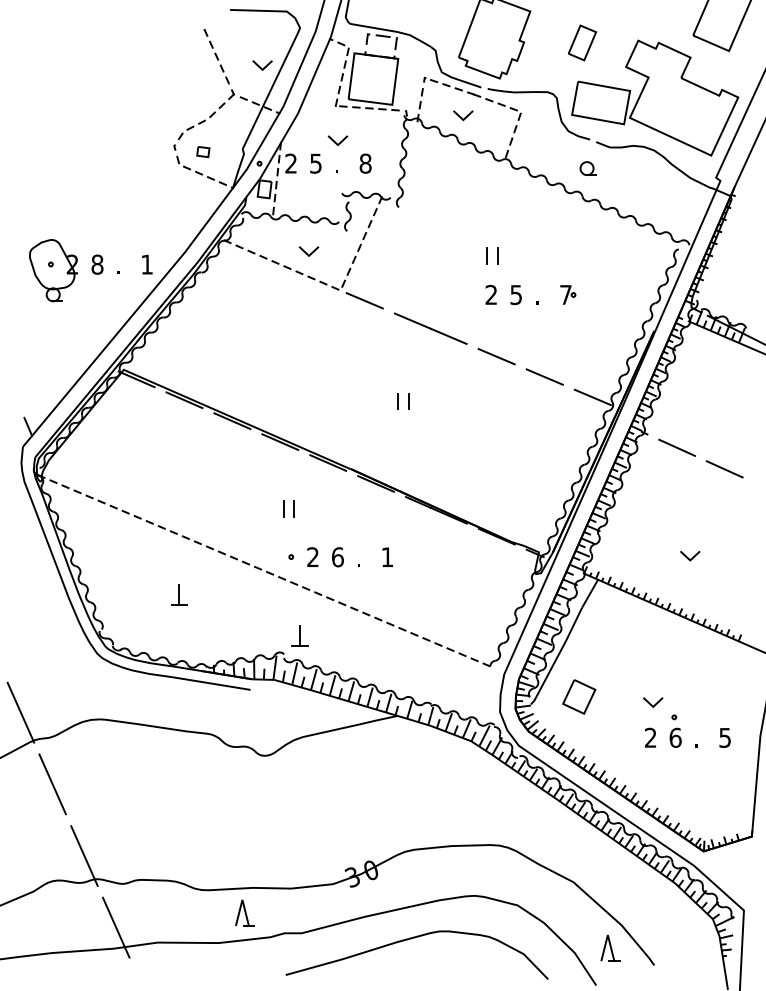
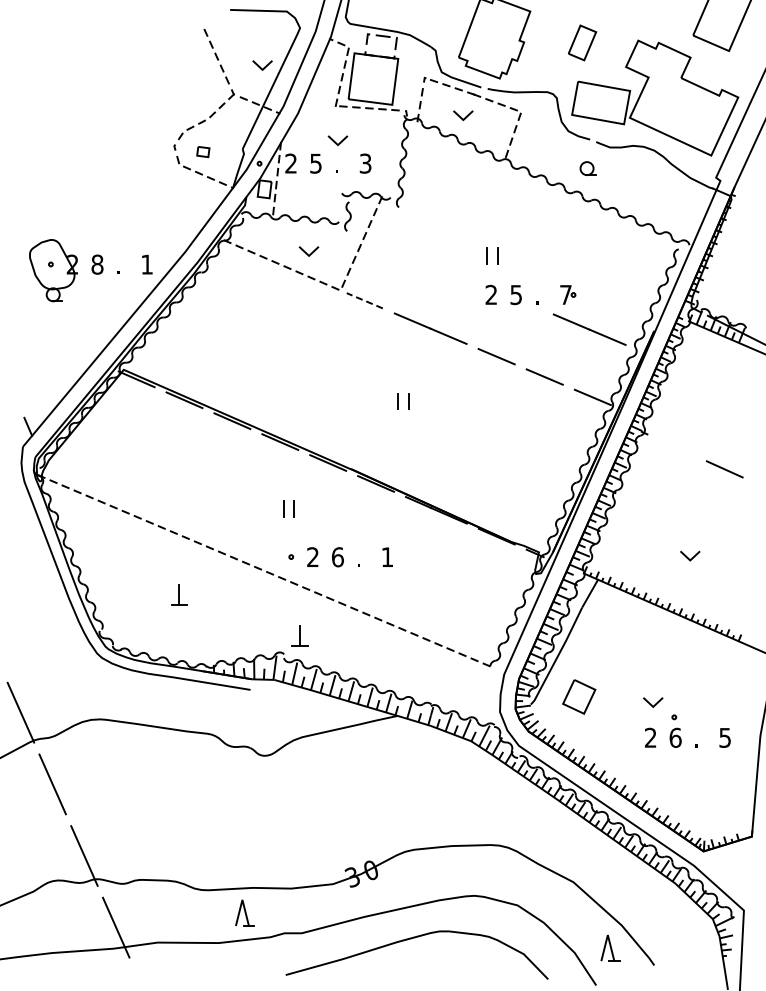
text at (365, 163): 8 -> 3
line at (364, 300): solid -> dashed
line at (589, 329): none -> present
line at (677, 447): present -> none
